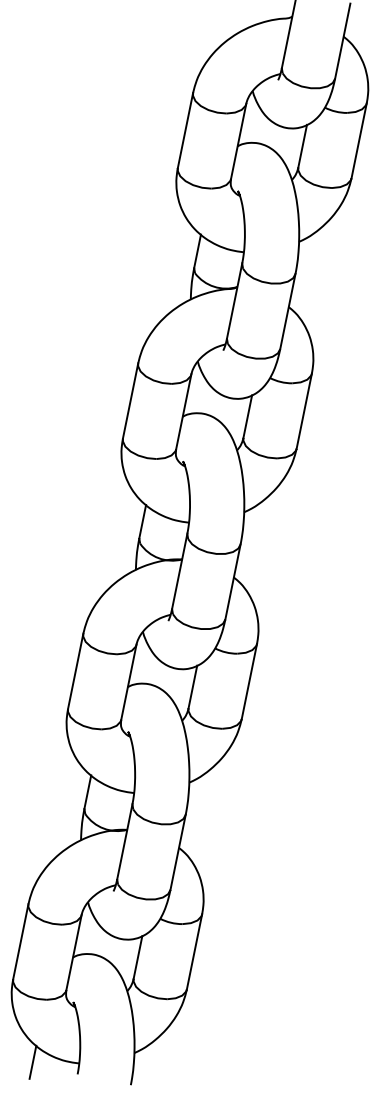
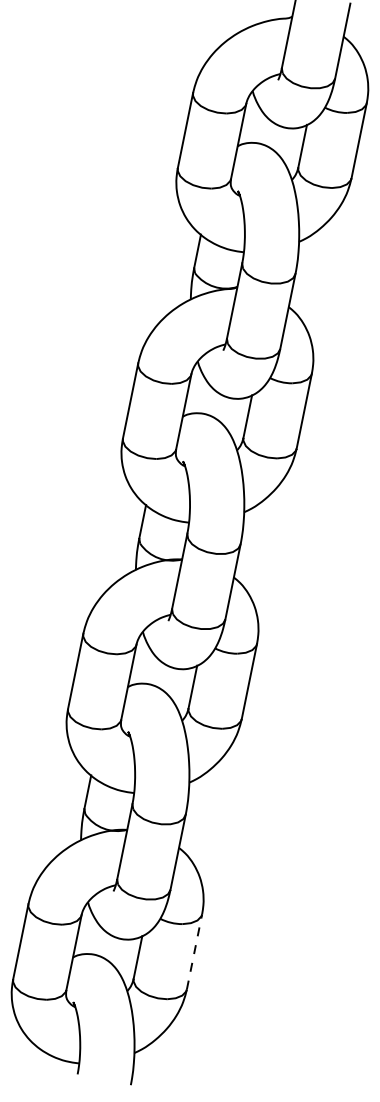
line at (194, 951): solid -> dashed
line at (32, 1061): present -> none
